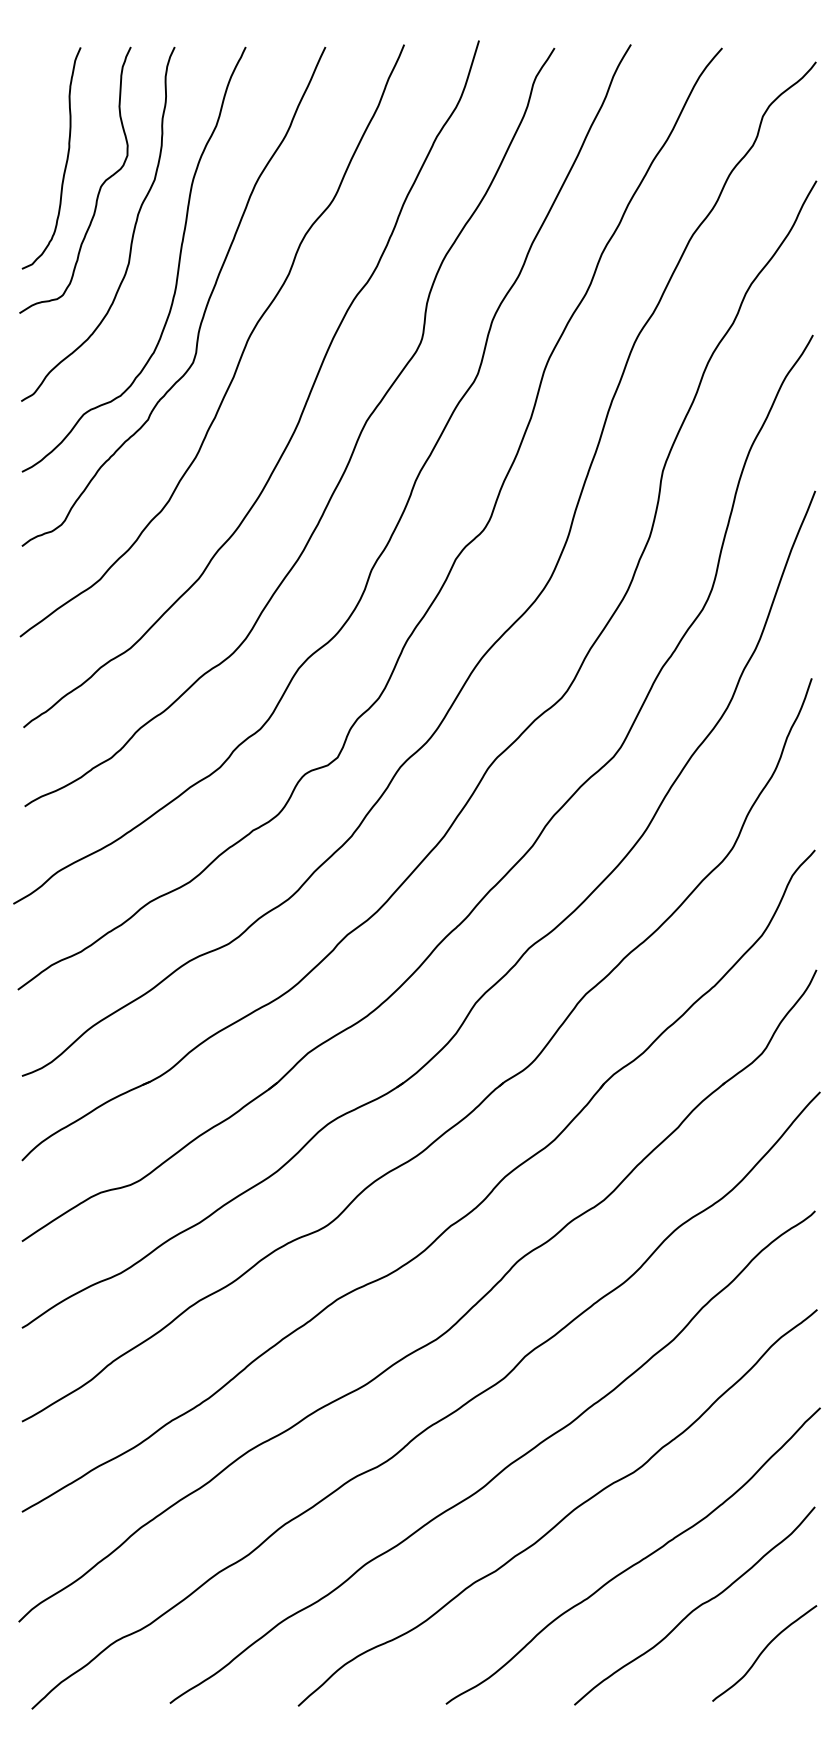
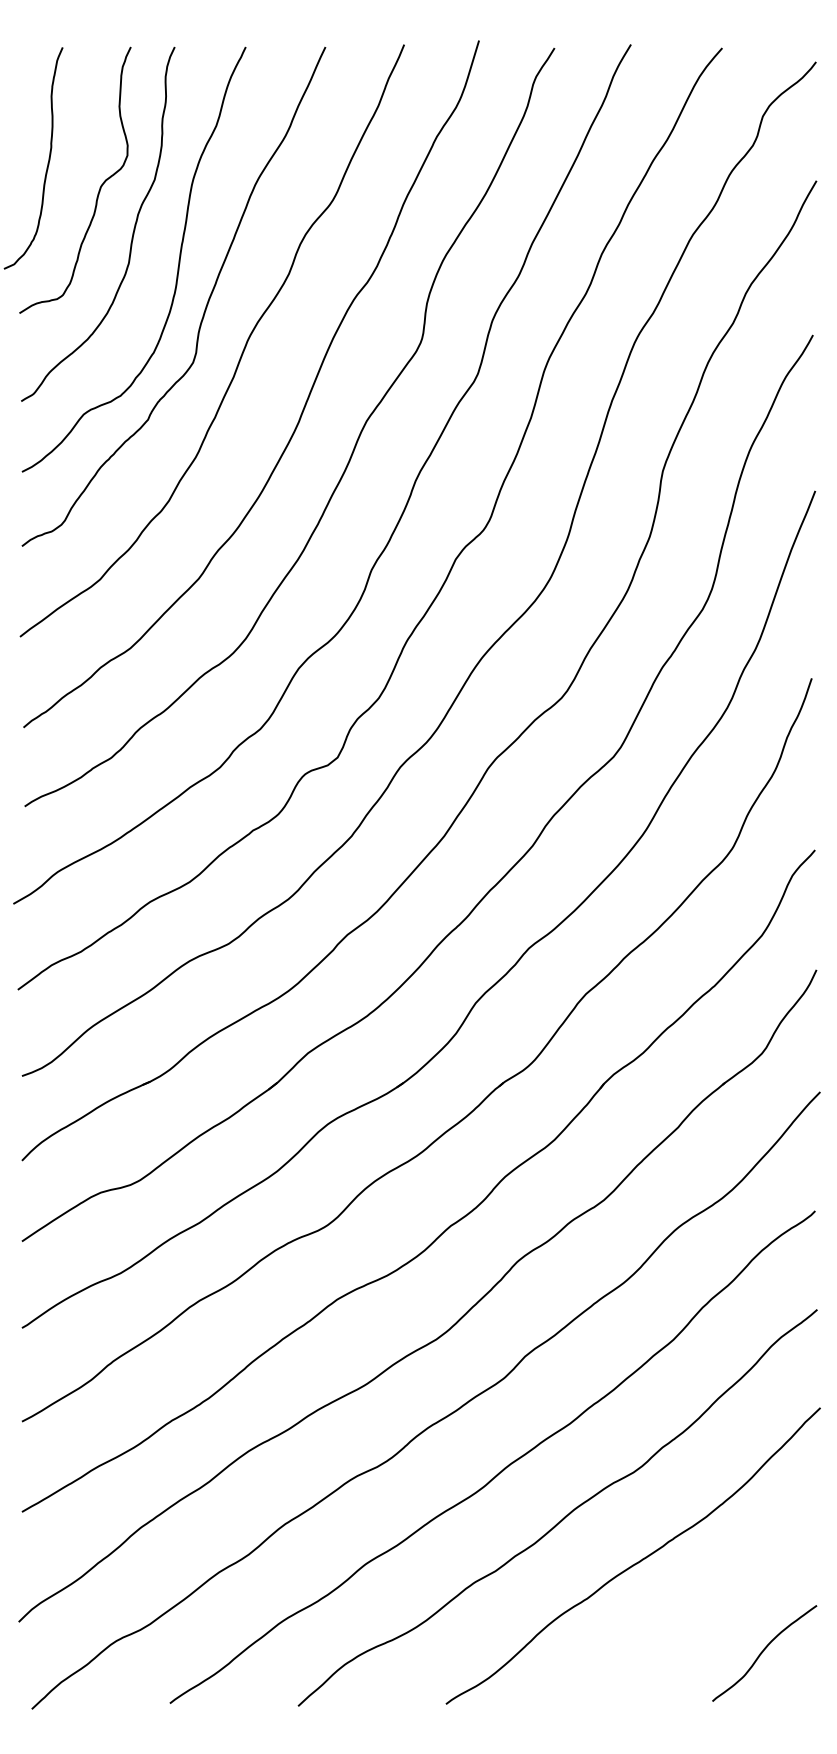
curve at (65, 162) position: (65, 162) -> (47, 162)
curve at (695, 1607): present -> none
